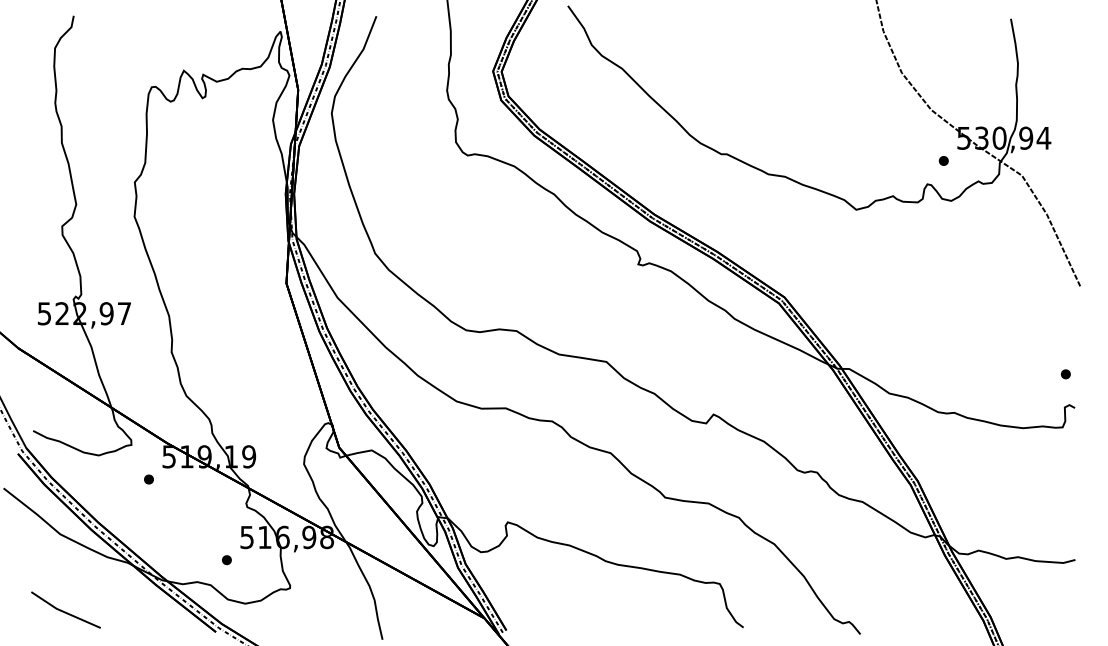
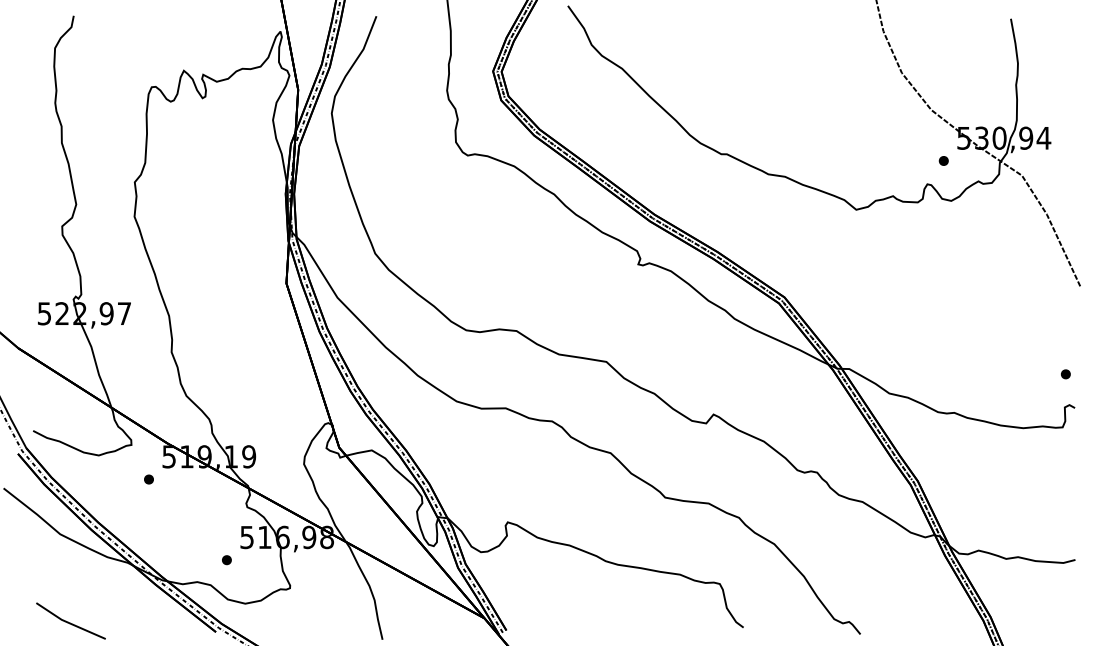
line at (65, 611) position: (65, 611) -> (70, 622)
